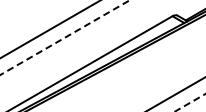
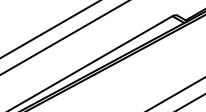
line at (64, 37): dashed -> solid
line at (190, 102): dashed -> solid
